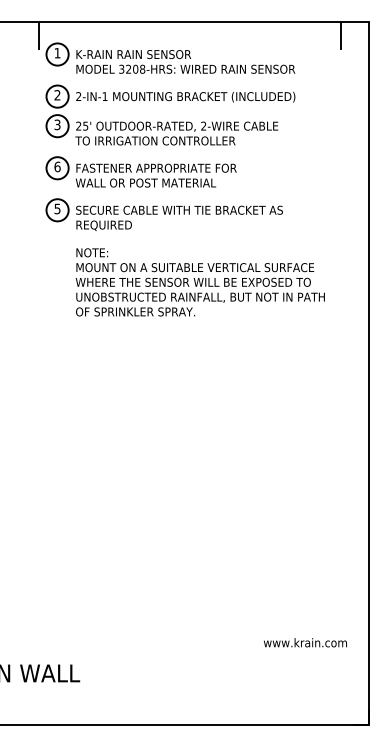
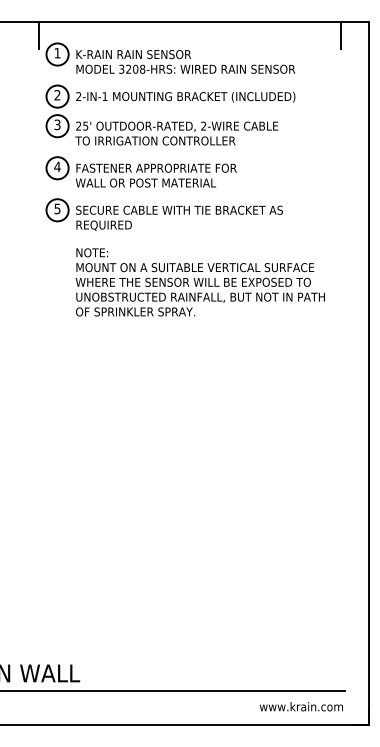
text at (57, 166): 6 -> 4
text at (305, 642) position: (305, 642) -> (301, 706)
line at (173, 690): none -> present
